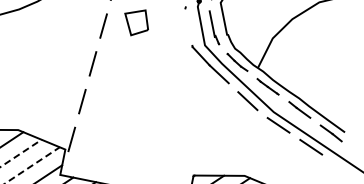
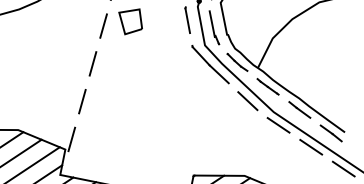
line at (187, 20): none -> present
part at (136, 22) position: (136, 22) -> (130, 21)
line at (20, 153): dashed -> solid
line at (32, 165): dashed -> solid
line at (343, 168): none -> present
